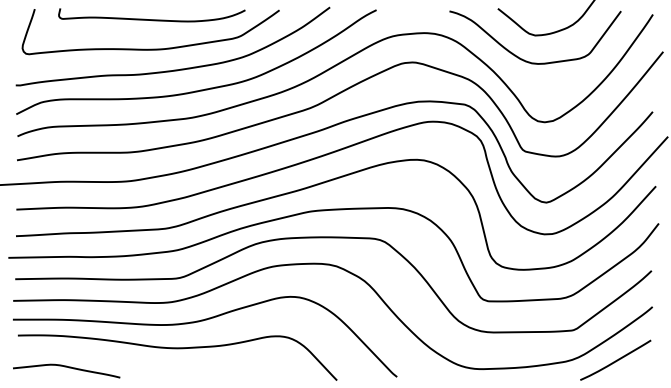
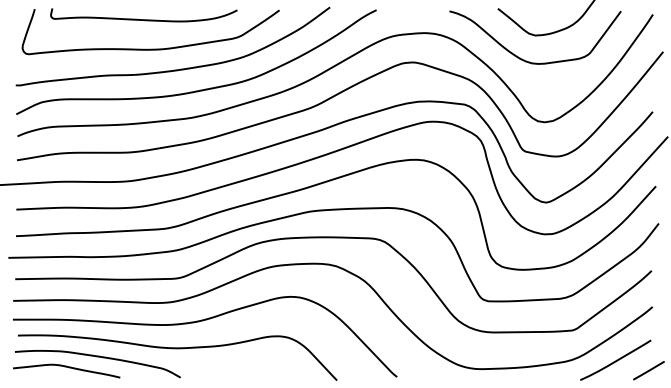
curve at (151, 19) position: (151, 19) -> (143, 19)
curve at (97, 357): none -> present
line at (648, 370): none -> present
